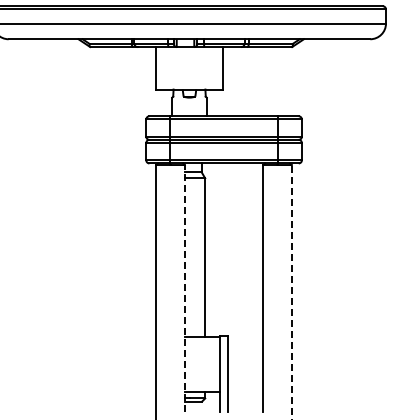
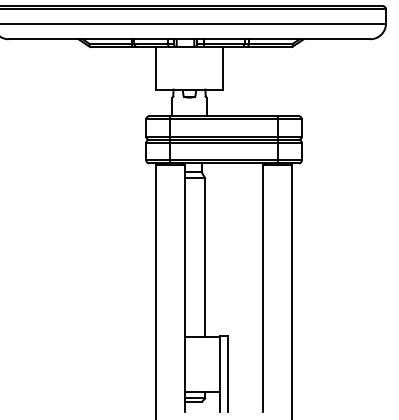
line at (184, 287): dashed -> solid
line at (291, 292): dashed -> solid
